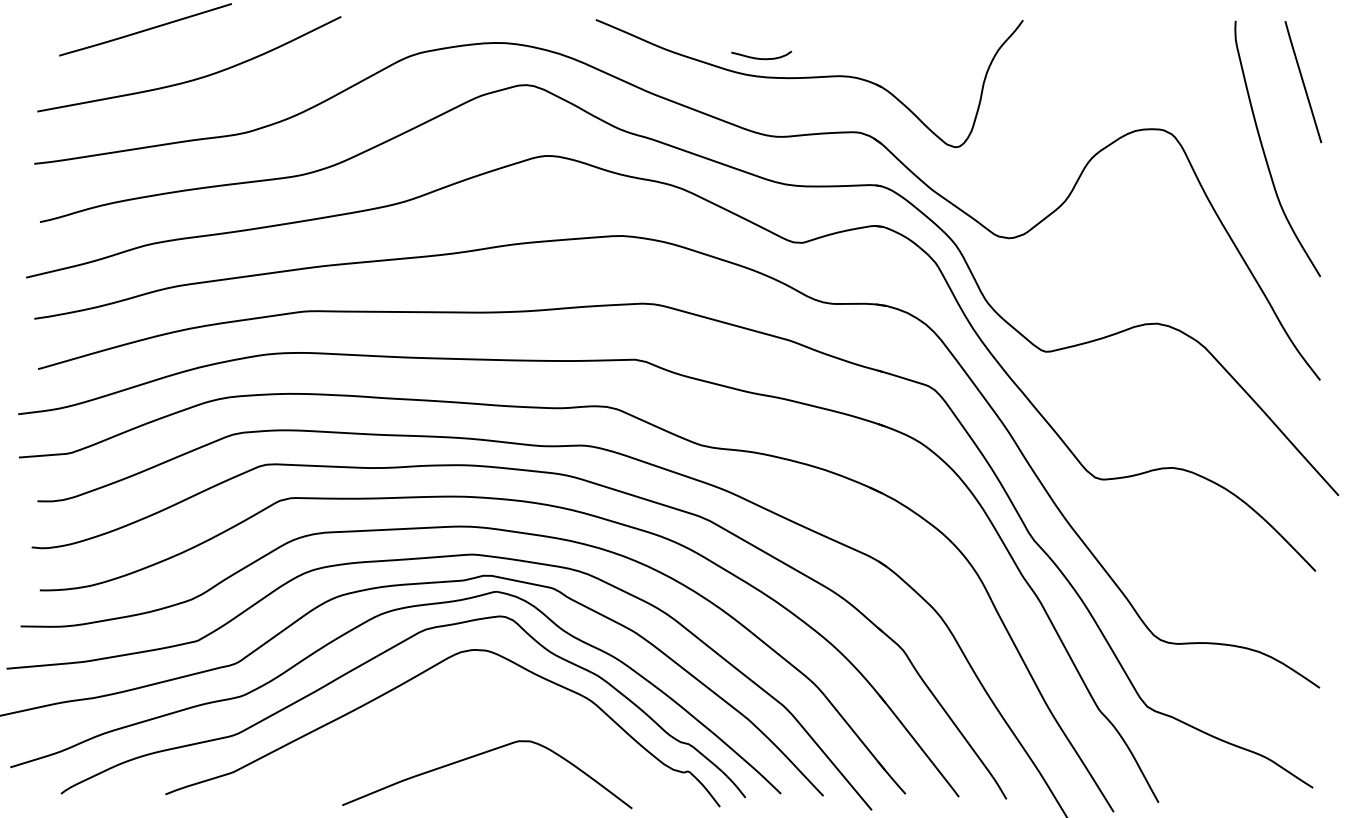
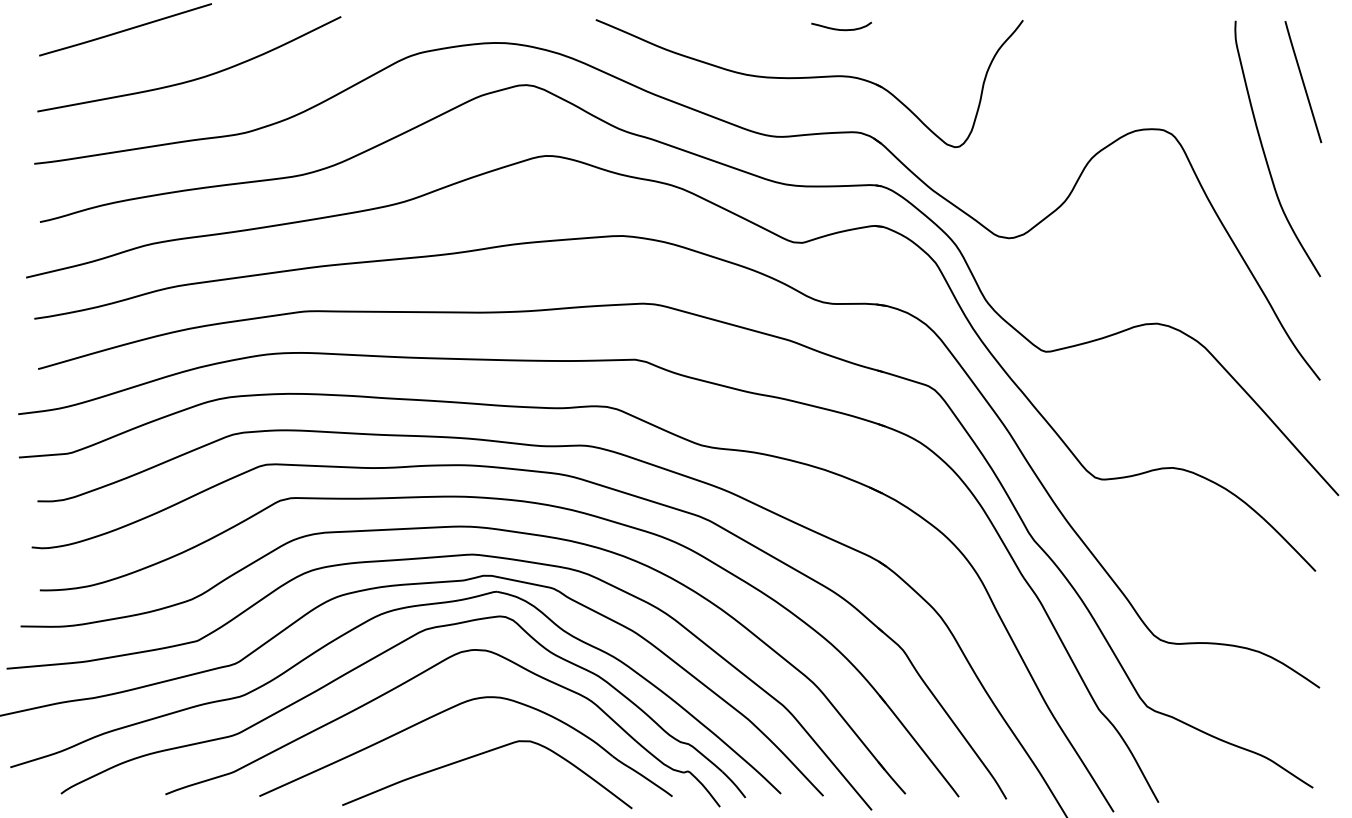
line at (145, 29) position: (145, 29) -> (125, 29)
curve at (761, 58) position: (761, 58) -> (841, 29)
part at (448, 710): none -> present
